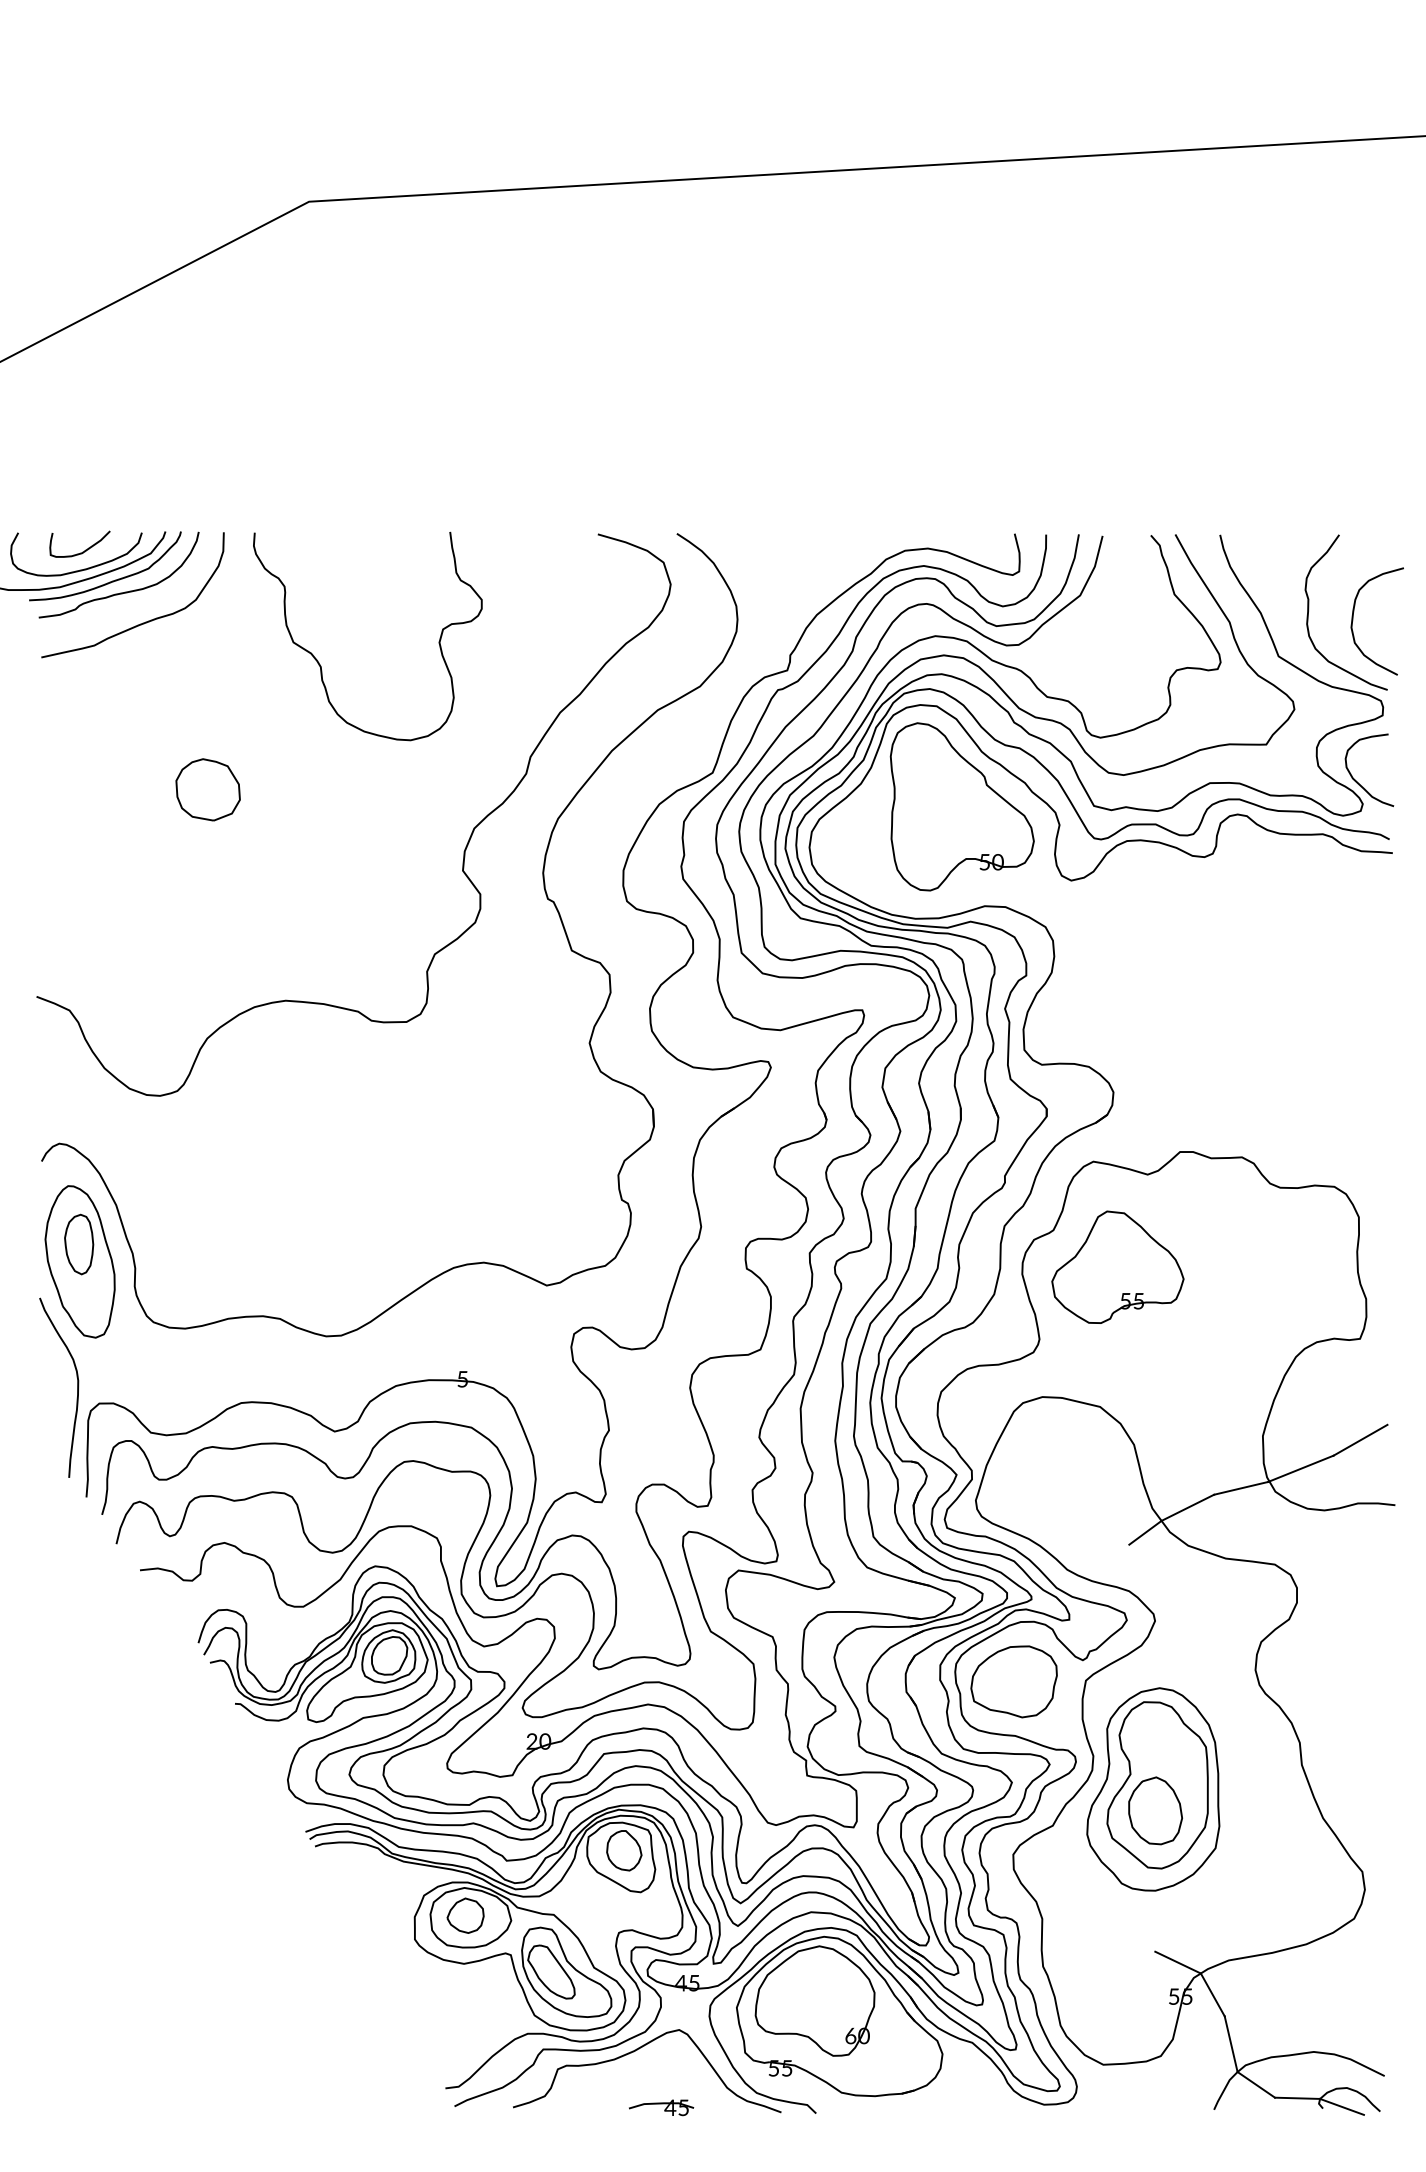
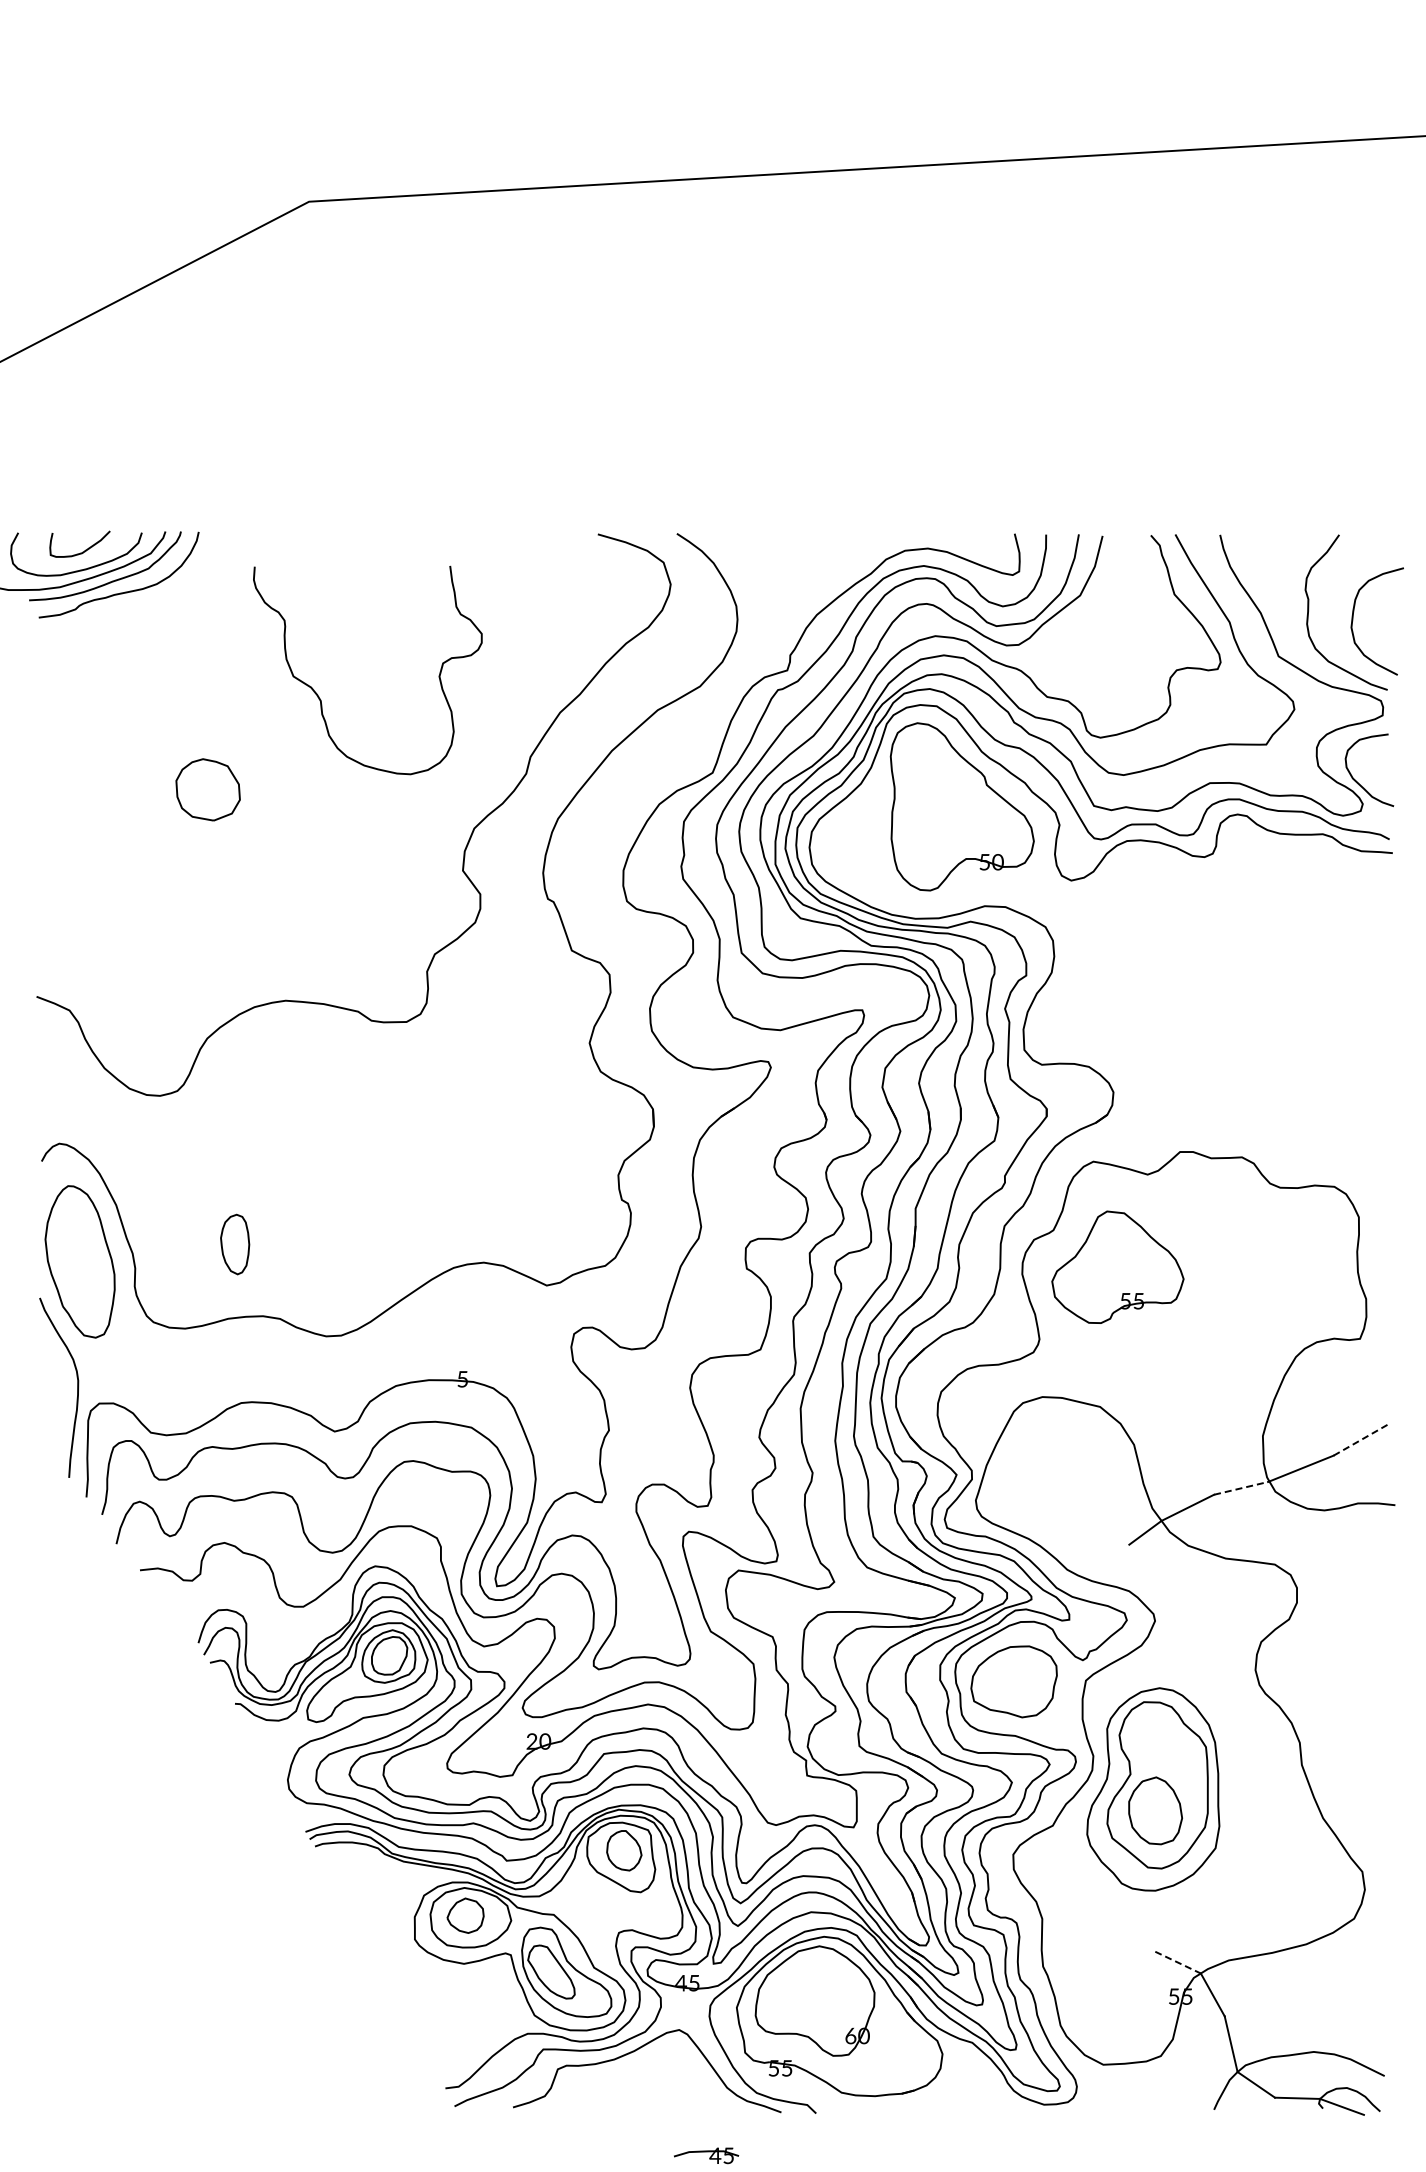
curve at (145, 621): present -> none
curve at (319, 662) position: (319, 662) -> (319, 696)
part at (79, 1244) position: (79, 1244) -> (235, 1244)
line at (1360, 1440): solid -> dashed
line at (1241, 1488): solid -> dashed
line at (1178, 1962): solid -> dashed
part at (661, 2107) position: (661, 2107) -> (706, 2155)
